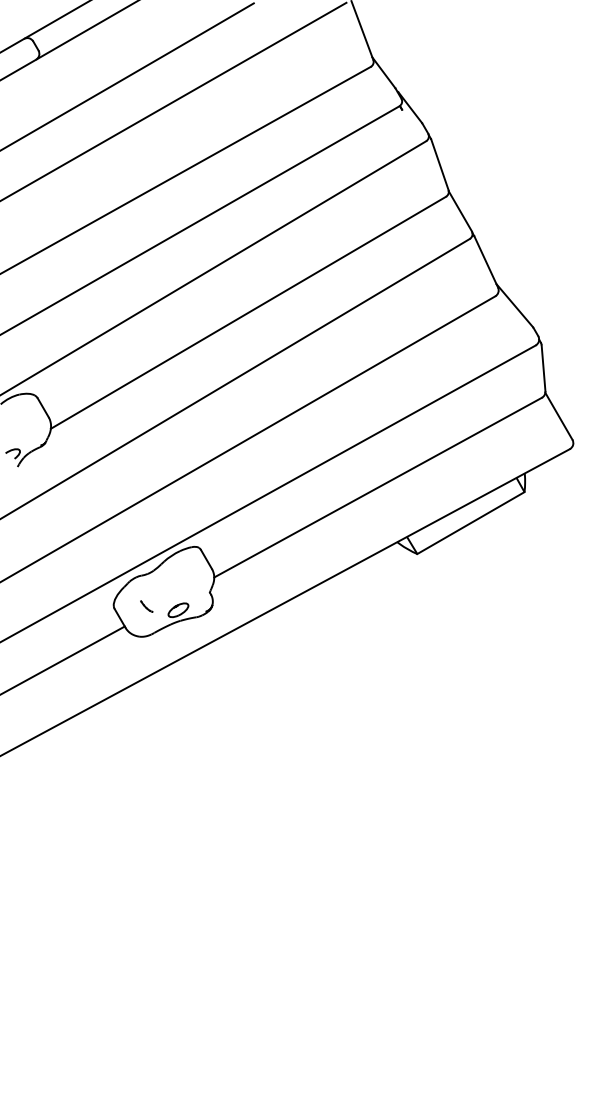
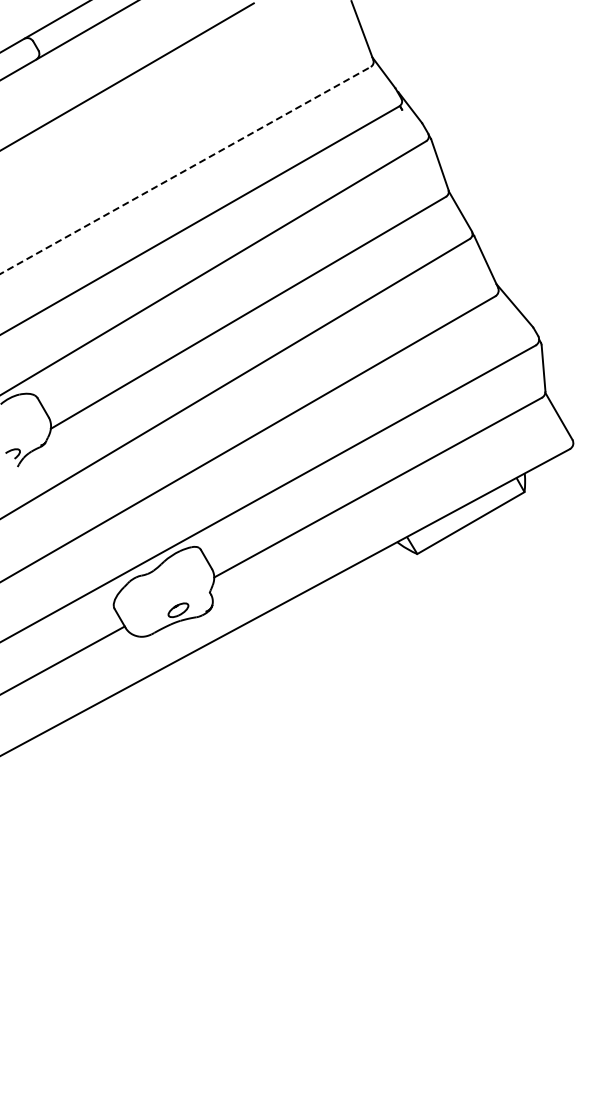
line at (174, 100): present -> none
line at (185, 170): solid -> dashed
line at (146, 606): present -> none
